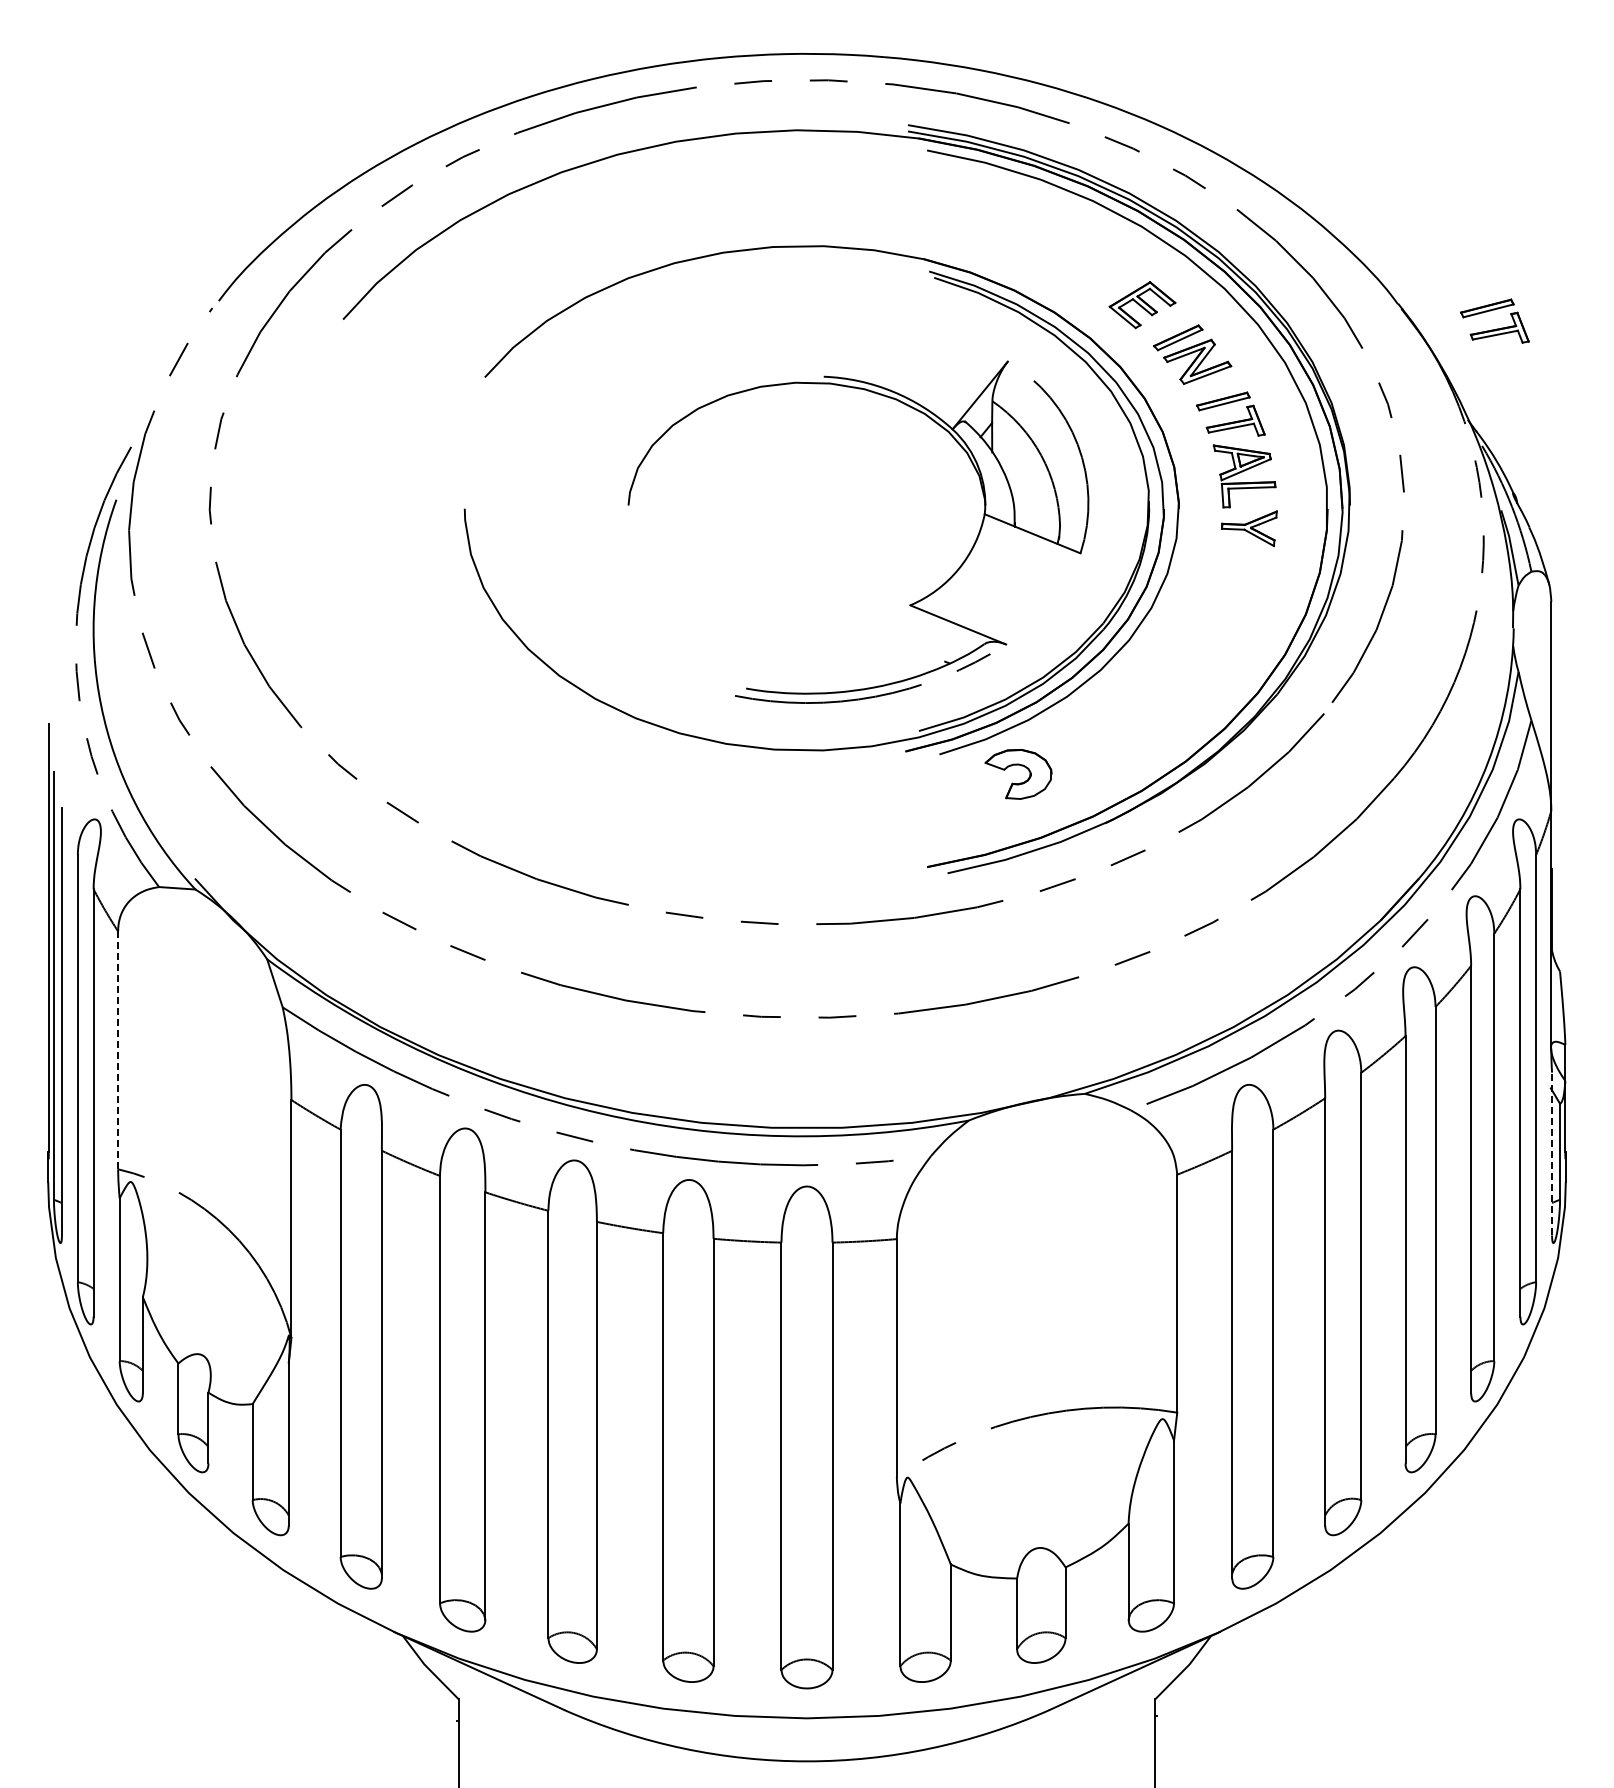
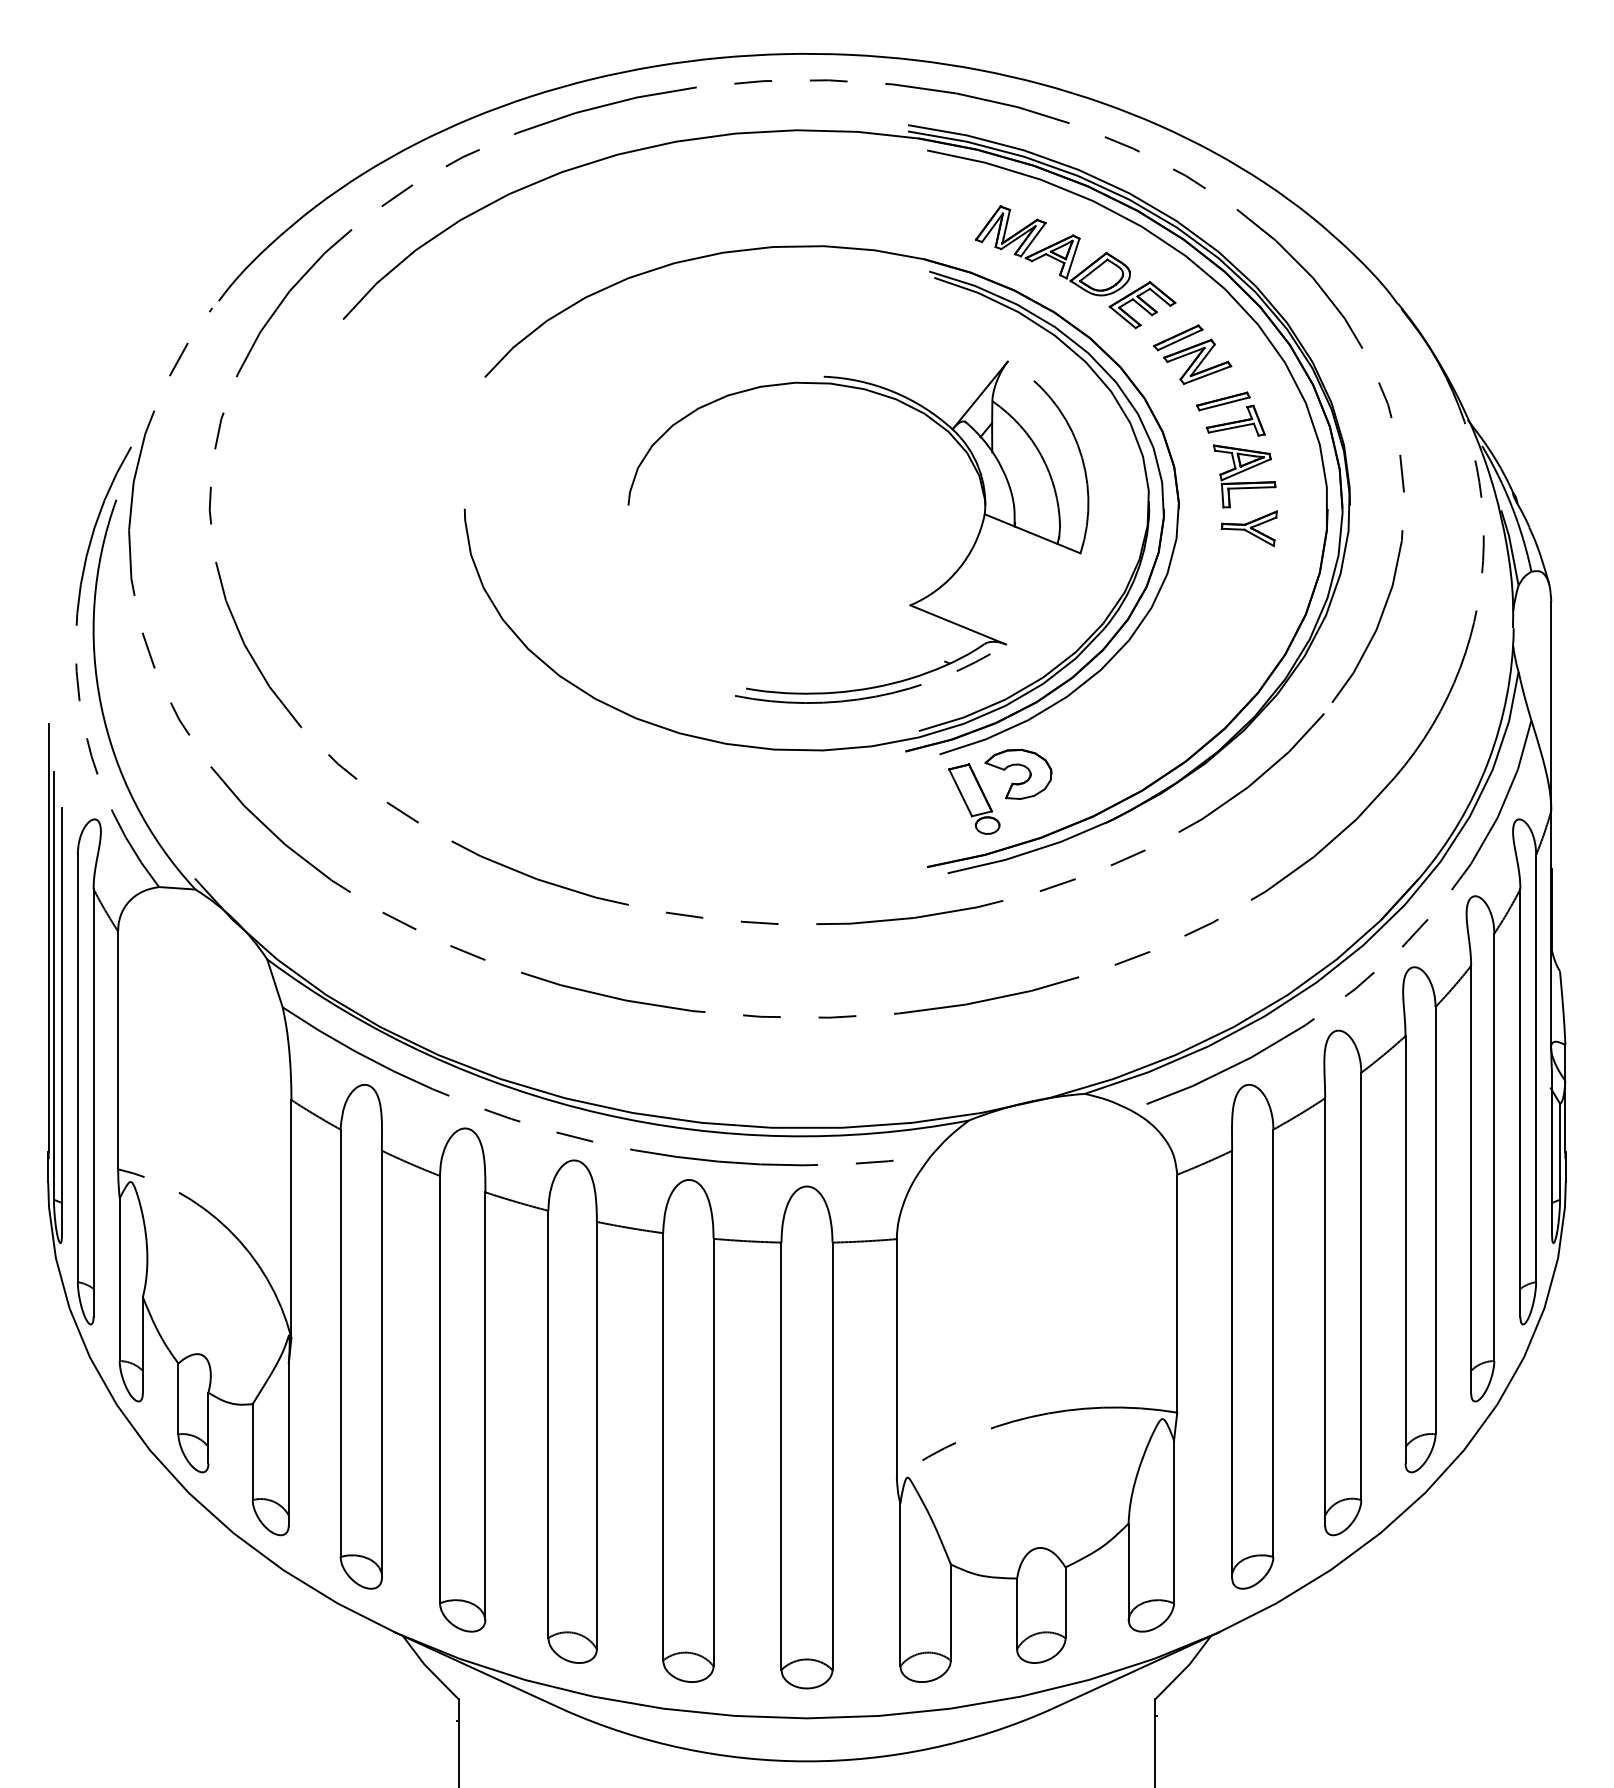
part at (1052, 250): none -> present
part at (1496, 328): present -> none
part at (974, 798): none -> present
line at (118, 1050): dashed -> solid
line at (1552, 1153): dashed -> solid
